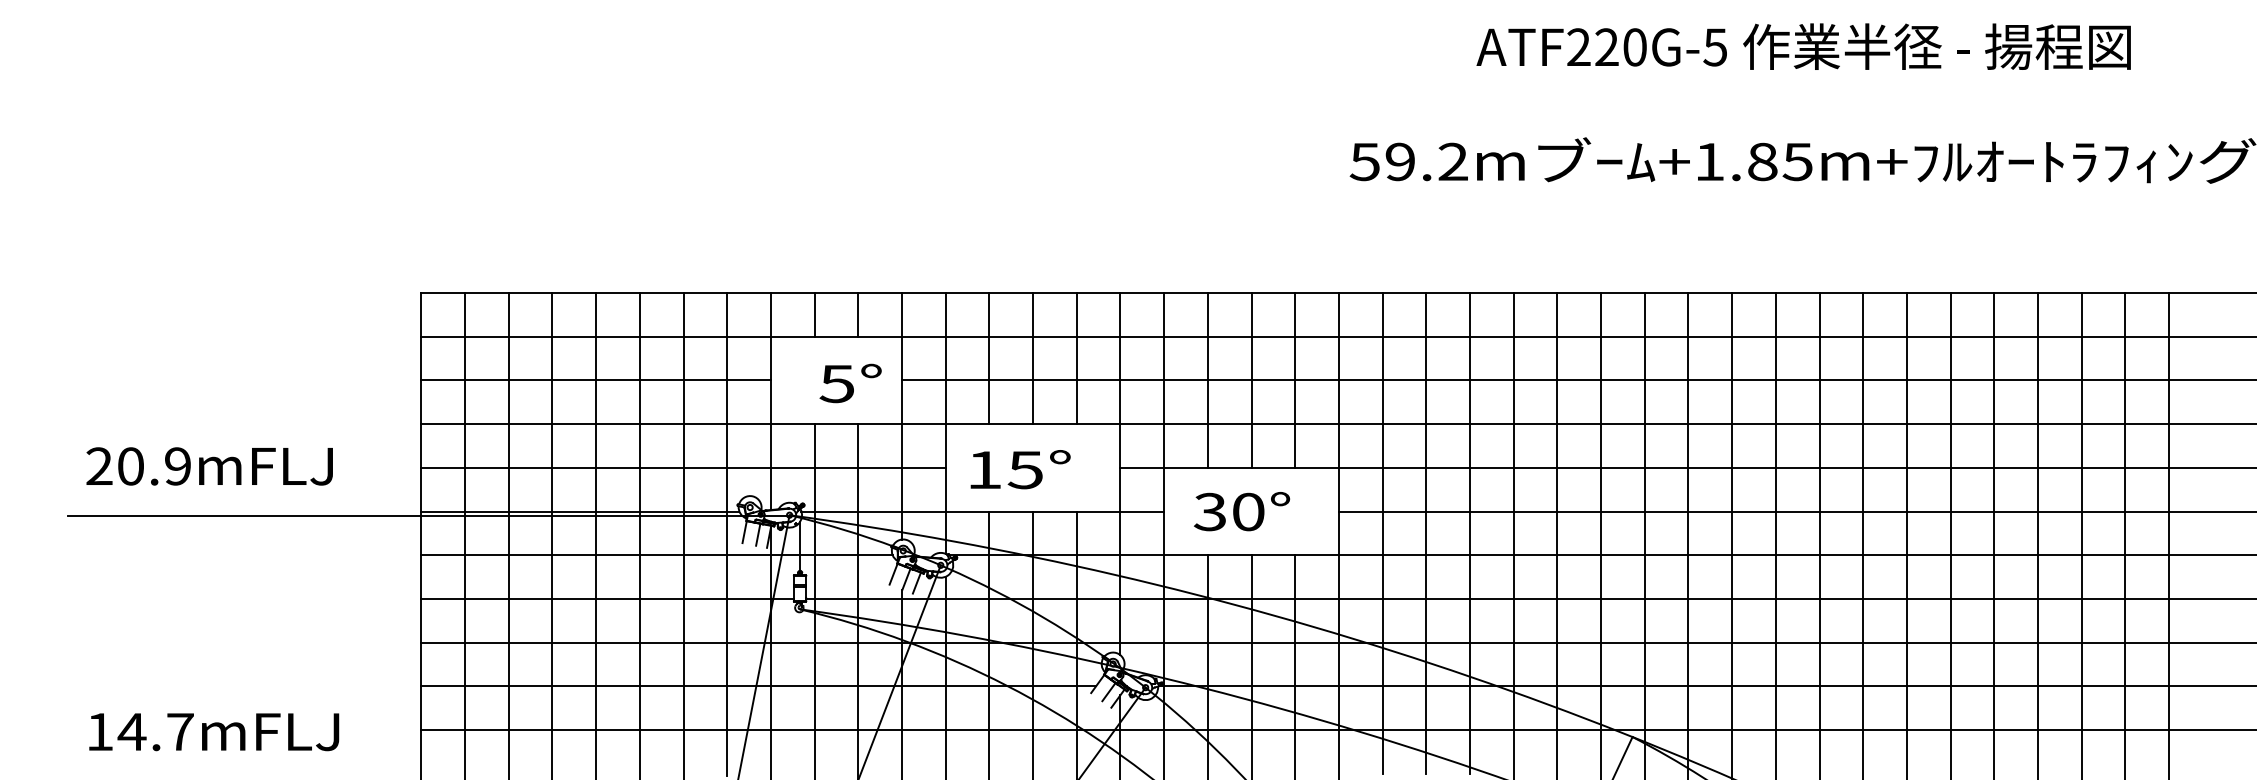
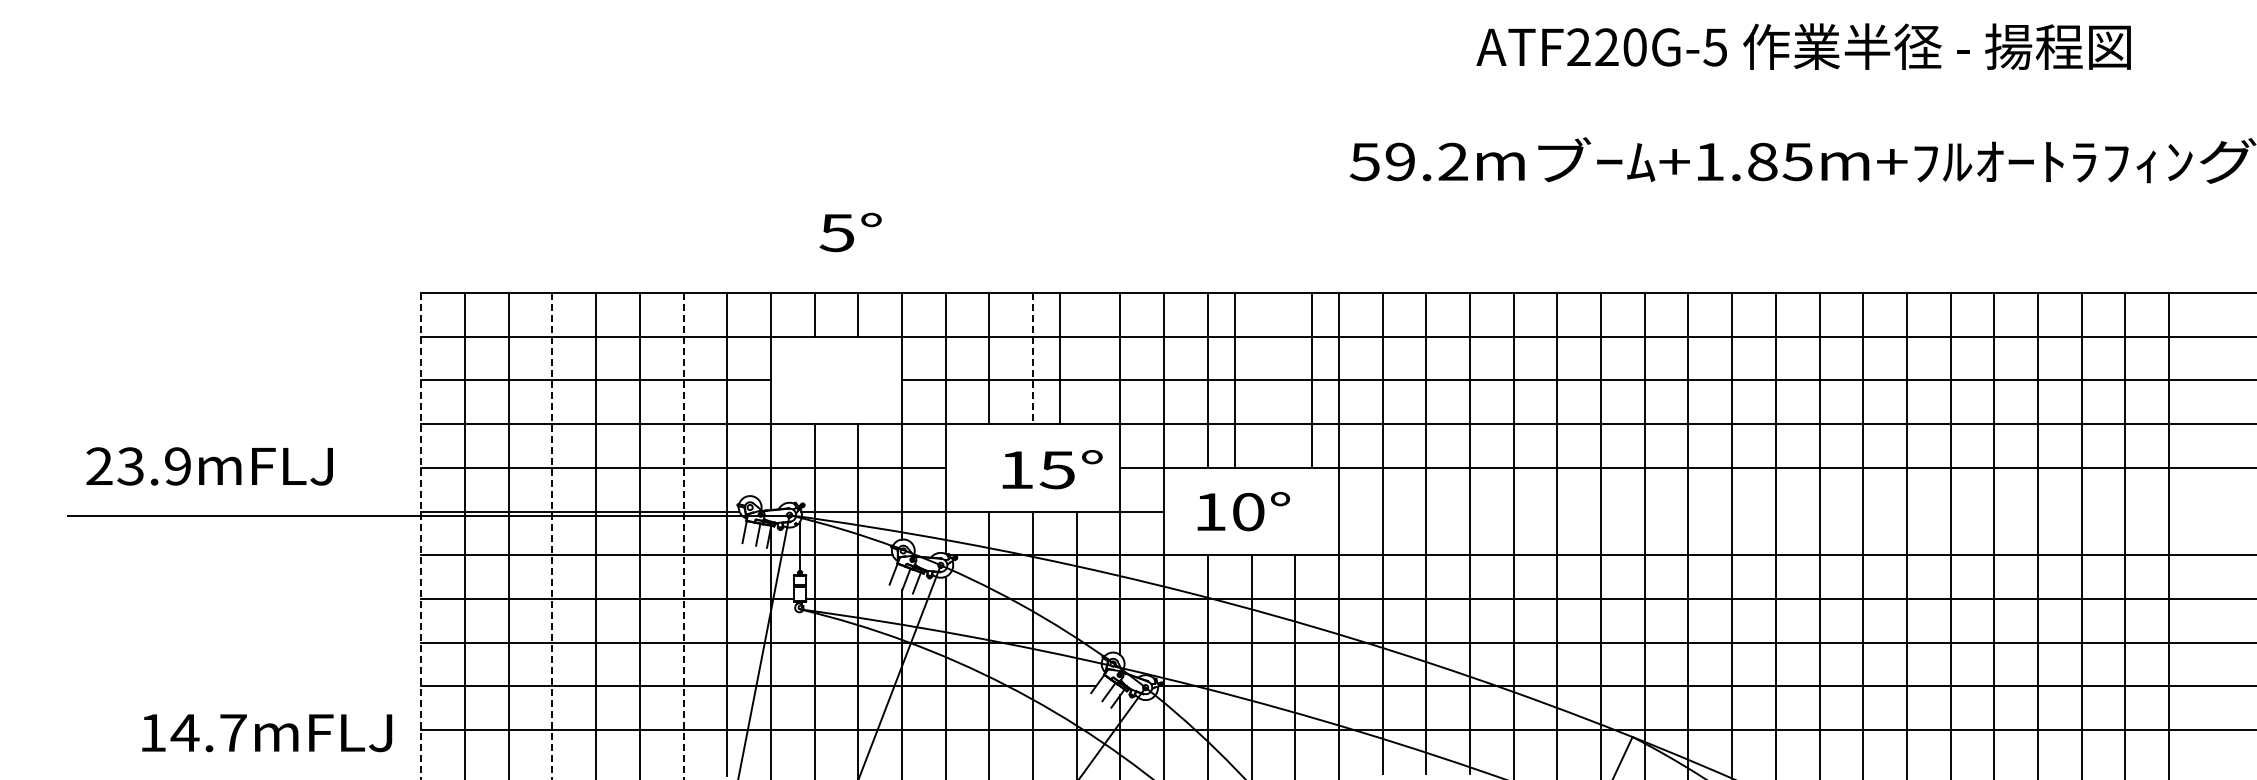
line at (1033, 358): solid -> dashed
line at (1076, 358) position: (1076, 358) -> (1059, 358)
line at (1251, 380) position: (1251, 380) -> (1234, 380)
line at (1295, 380) position: (1295, 380) -> (1312, 380)
text at (850, 383) position: (850, 383) -> (850, 232)
text at (130, 466): 20.9mFLJ -> 23.9mFLJ
text at (1020, 469) position: (1020, 469) -> (1052, 469)
text at (1209, 511): 30° -> 10°
line at (1795, 511): present -> none
line at (552, 536): solid -> dashed
line at (683, 536): solid -> dashed
line at (421, 537): solid -> dashed
text at (214, 732) position: (214, 732) -> (267, 733)
